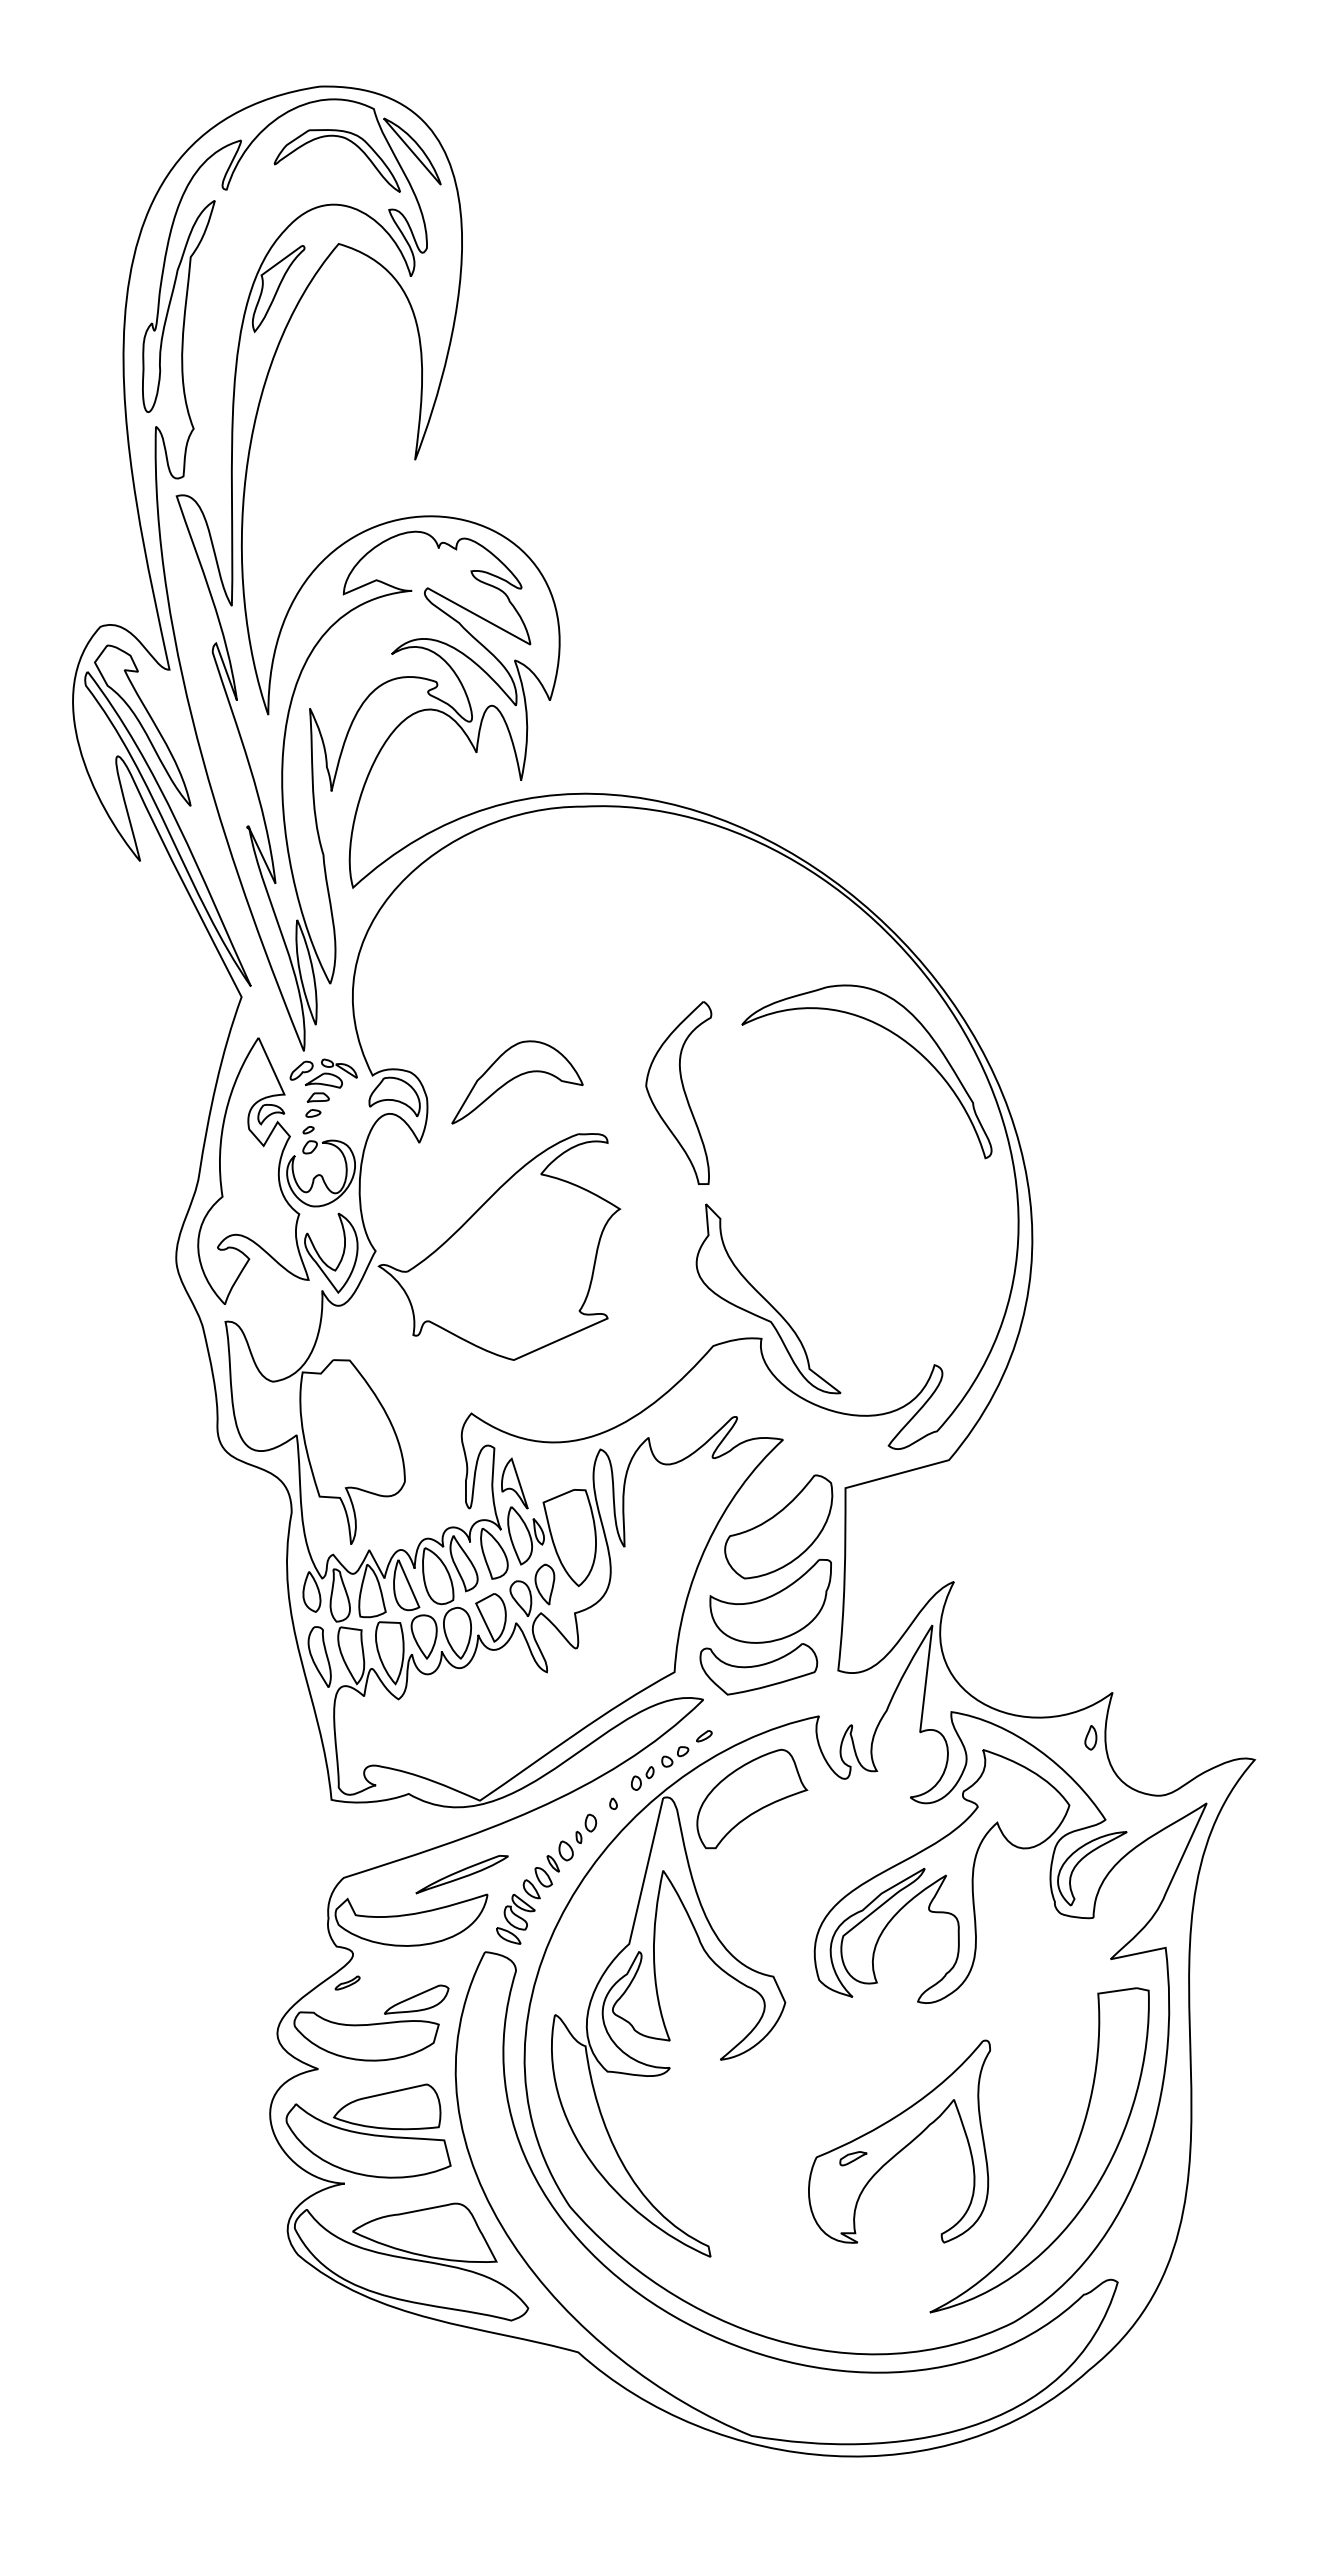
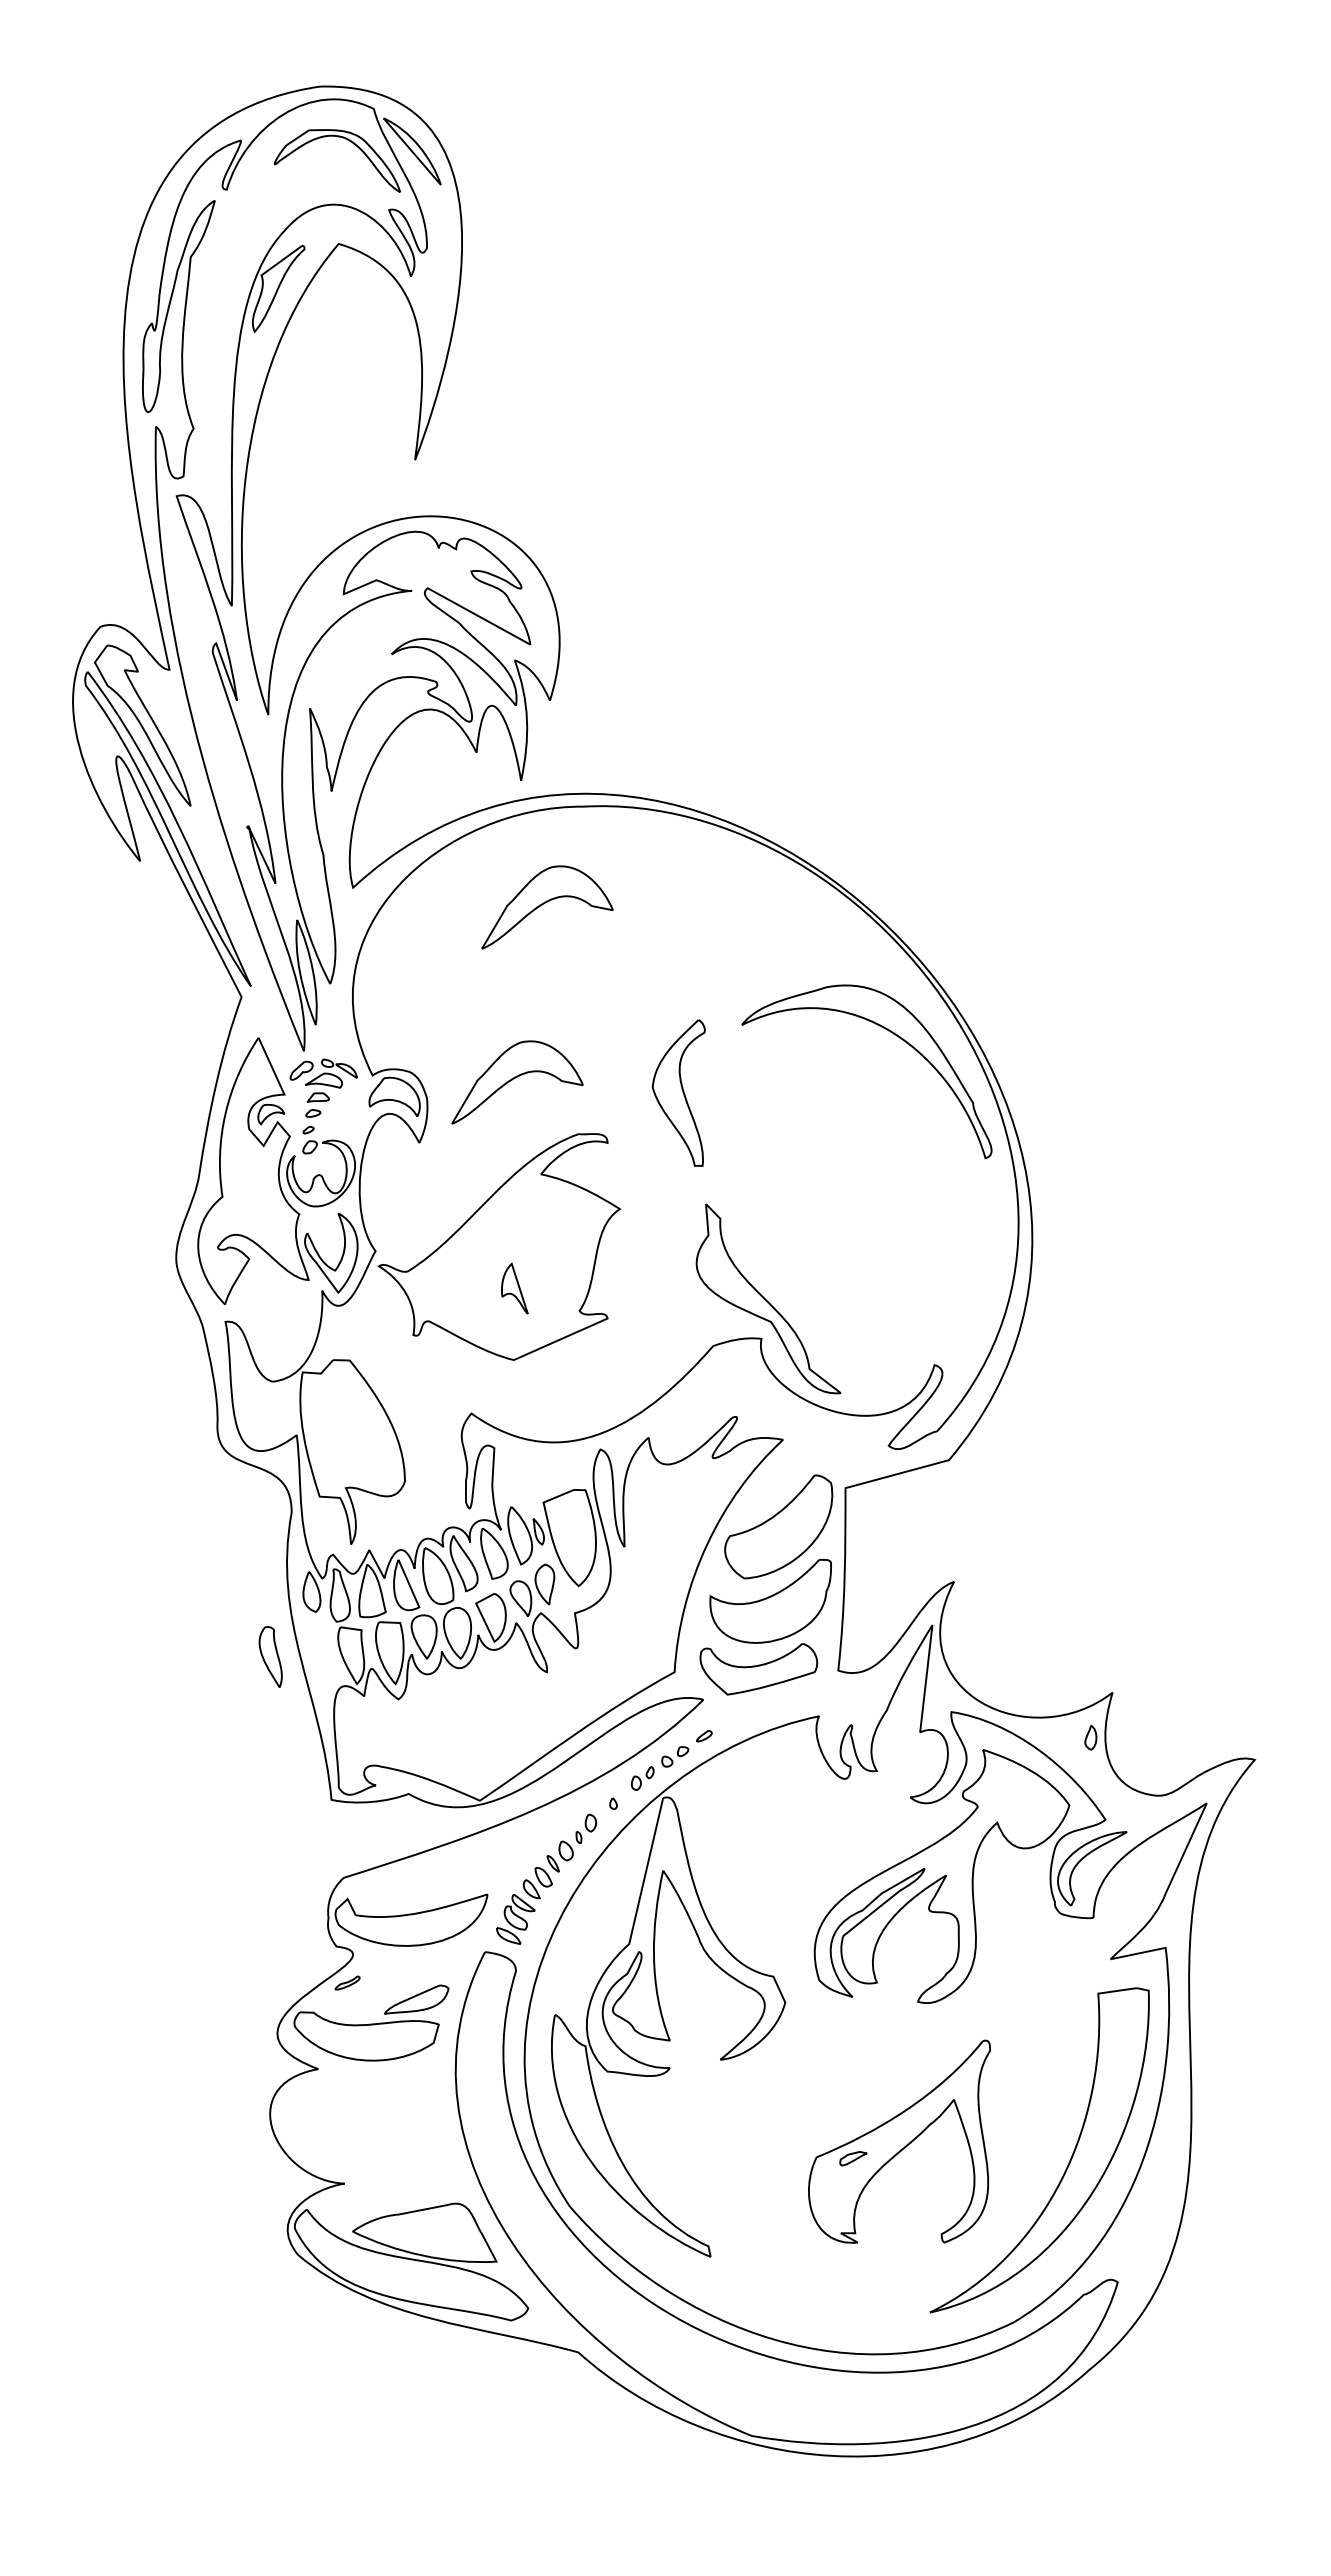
part at (547, 907): none -> present
part at (678, 1092) size: 68x184 px -> 55x148 px
part at (514, 1483) position: (514, 1483) -> (514, 1288)
part at (319, 1656) position: (319, 1656) -> (270, 1656)
part at (752, 1798): present -> none
part at (461, 1874): present -> none
part at (368, 2130): present -> none
